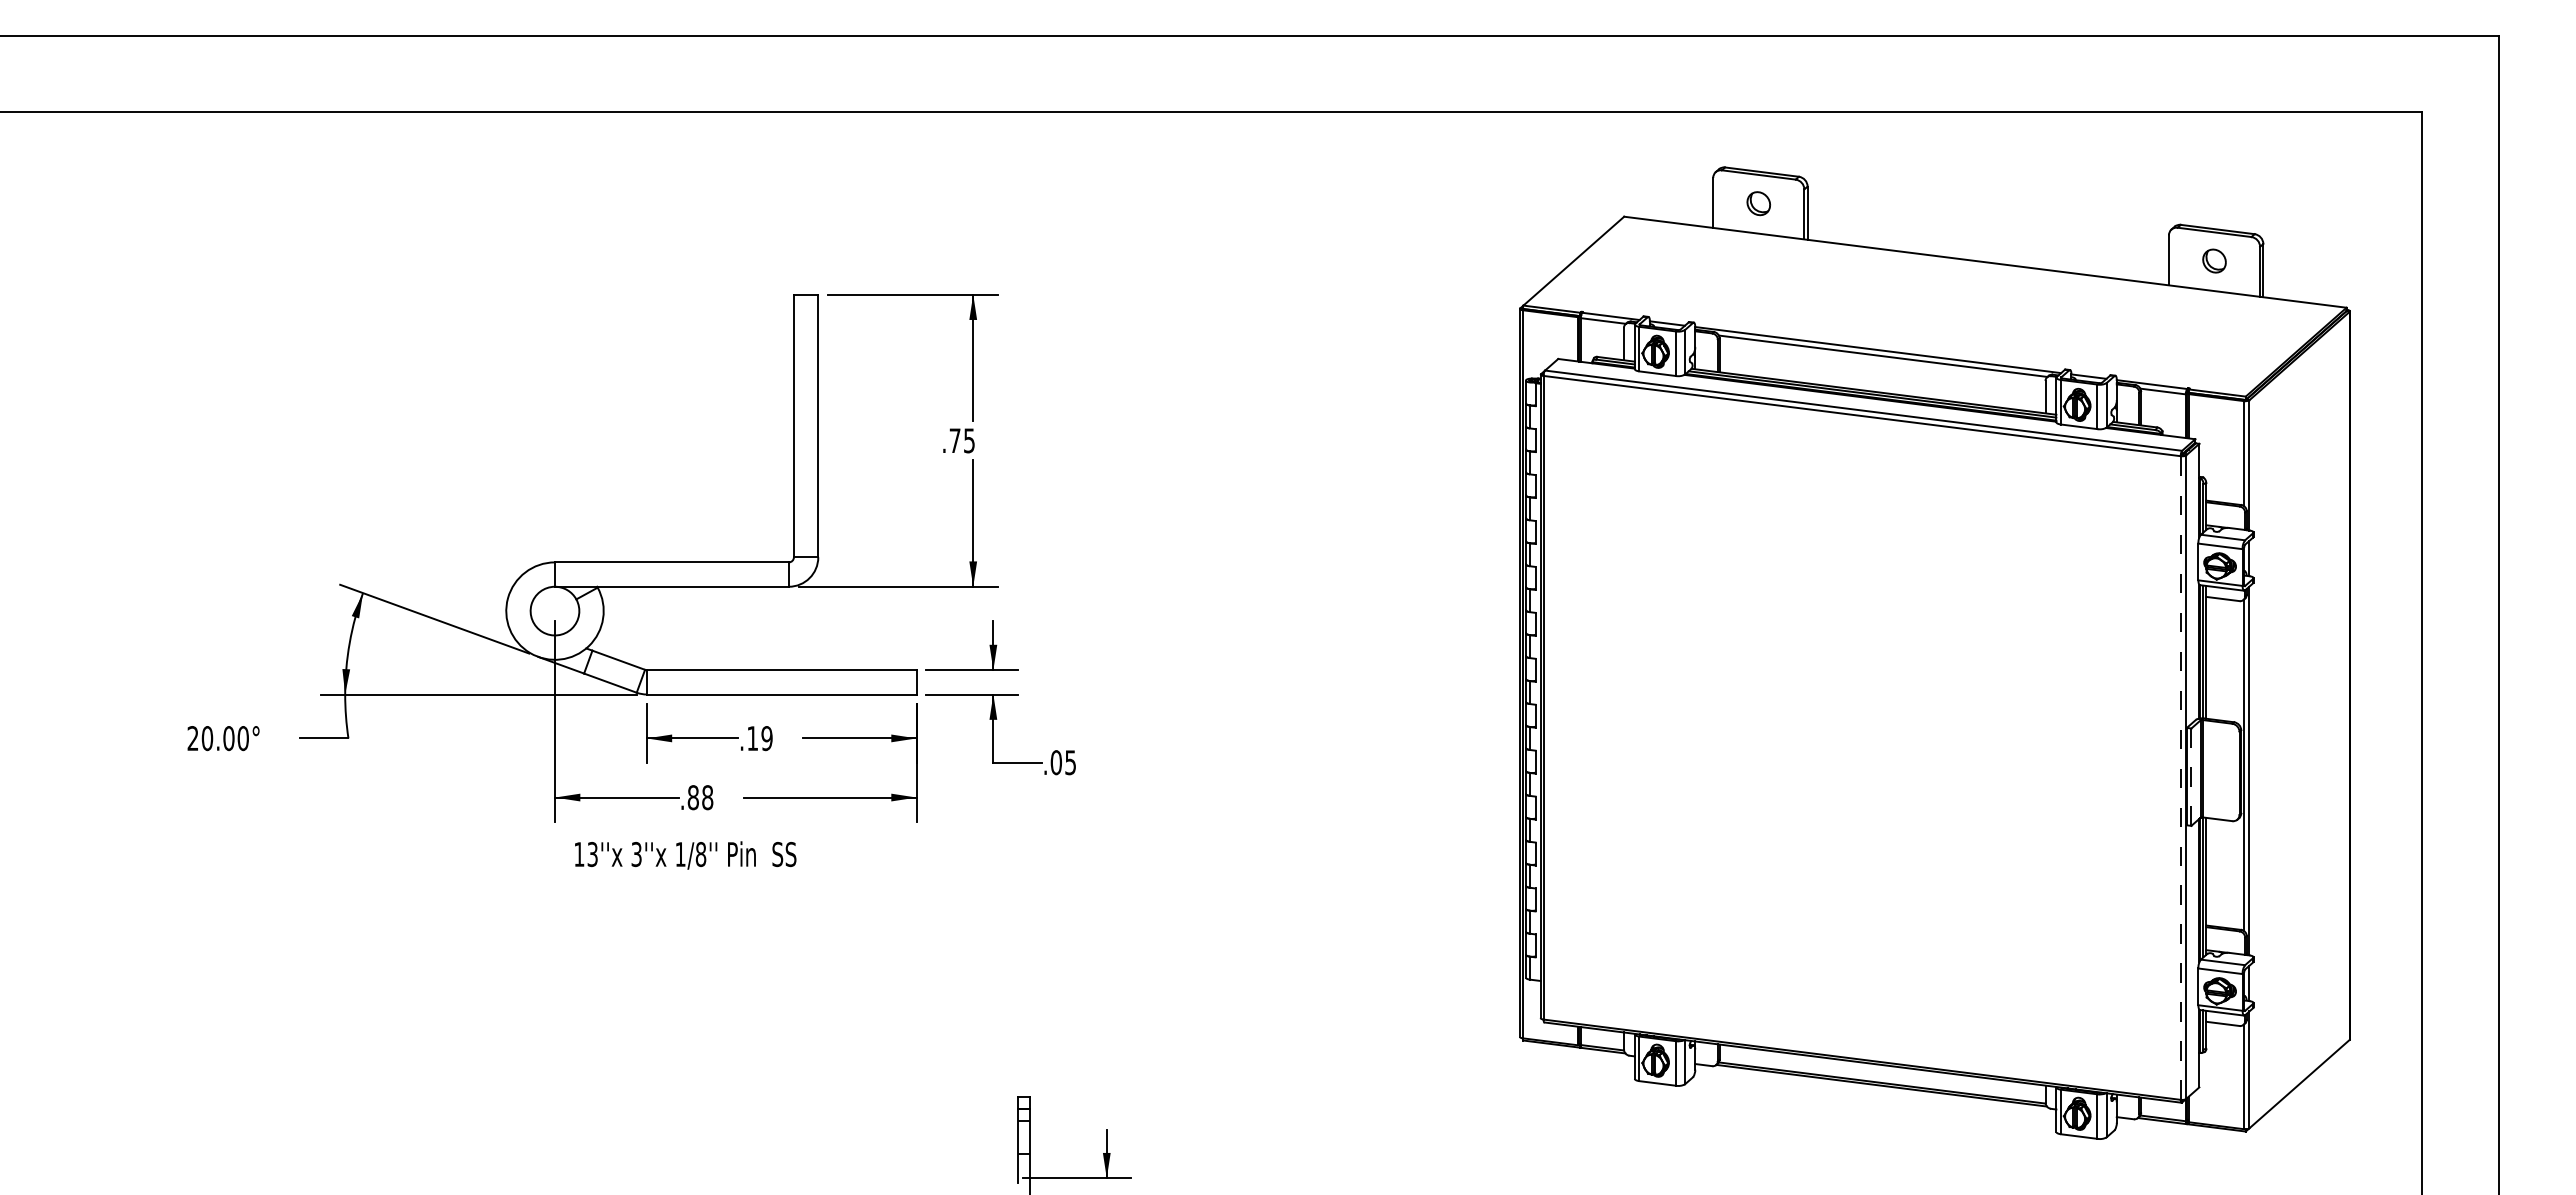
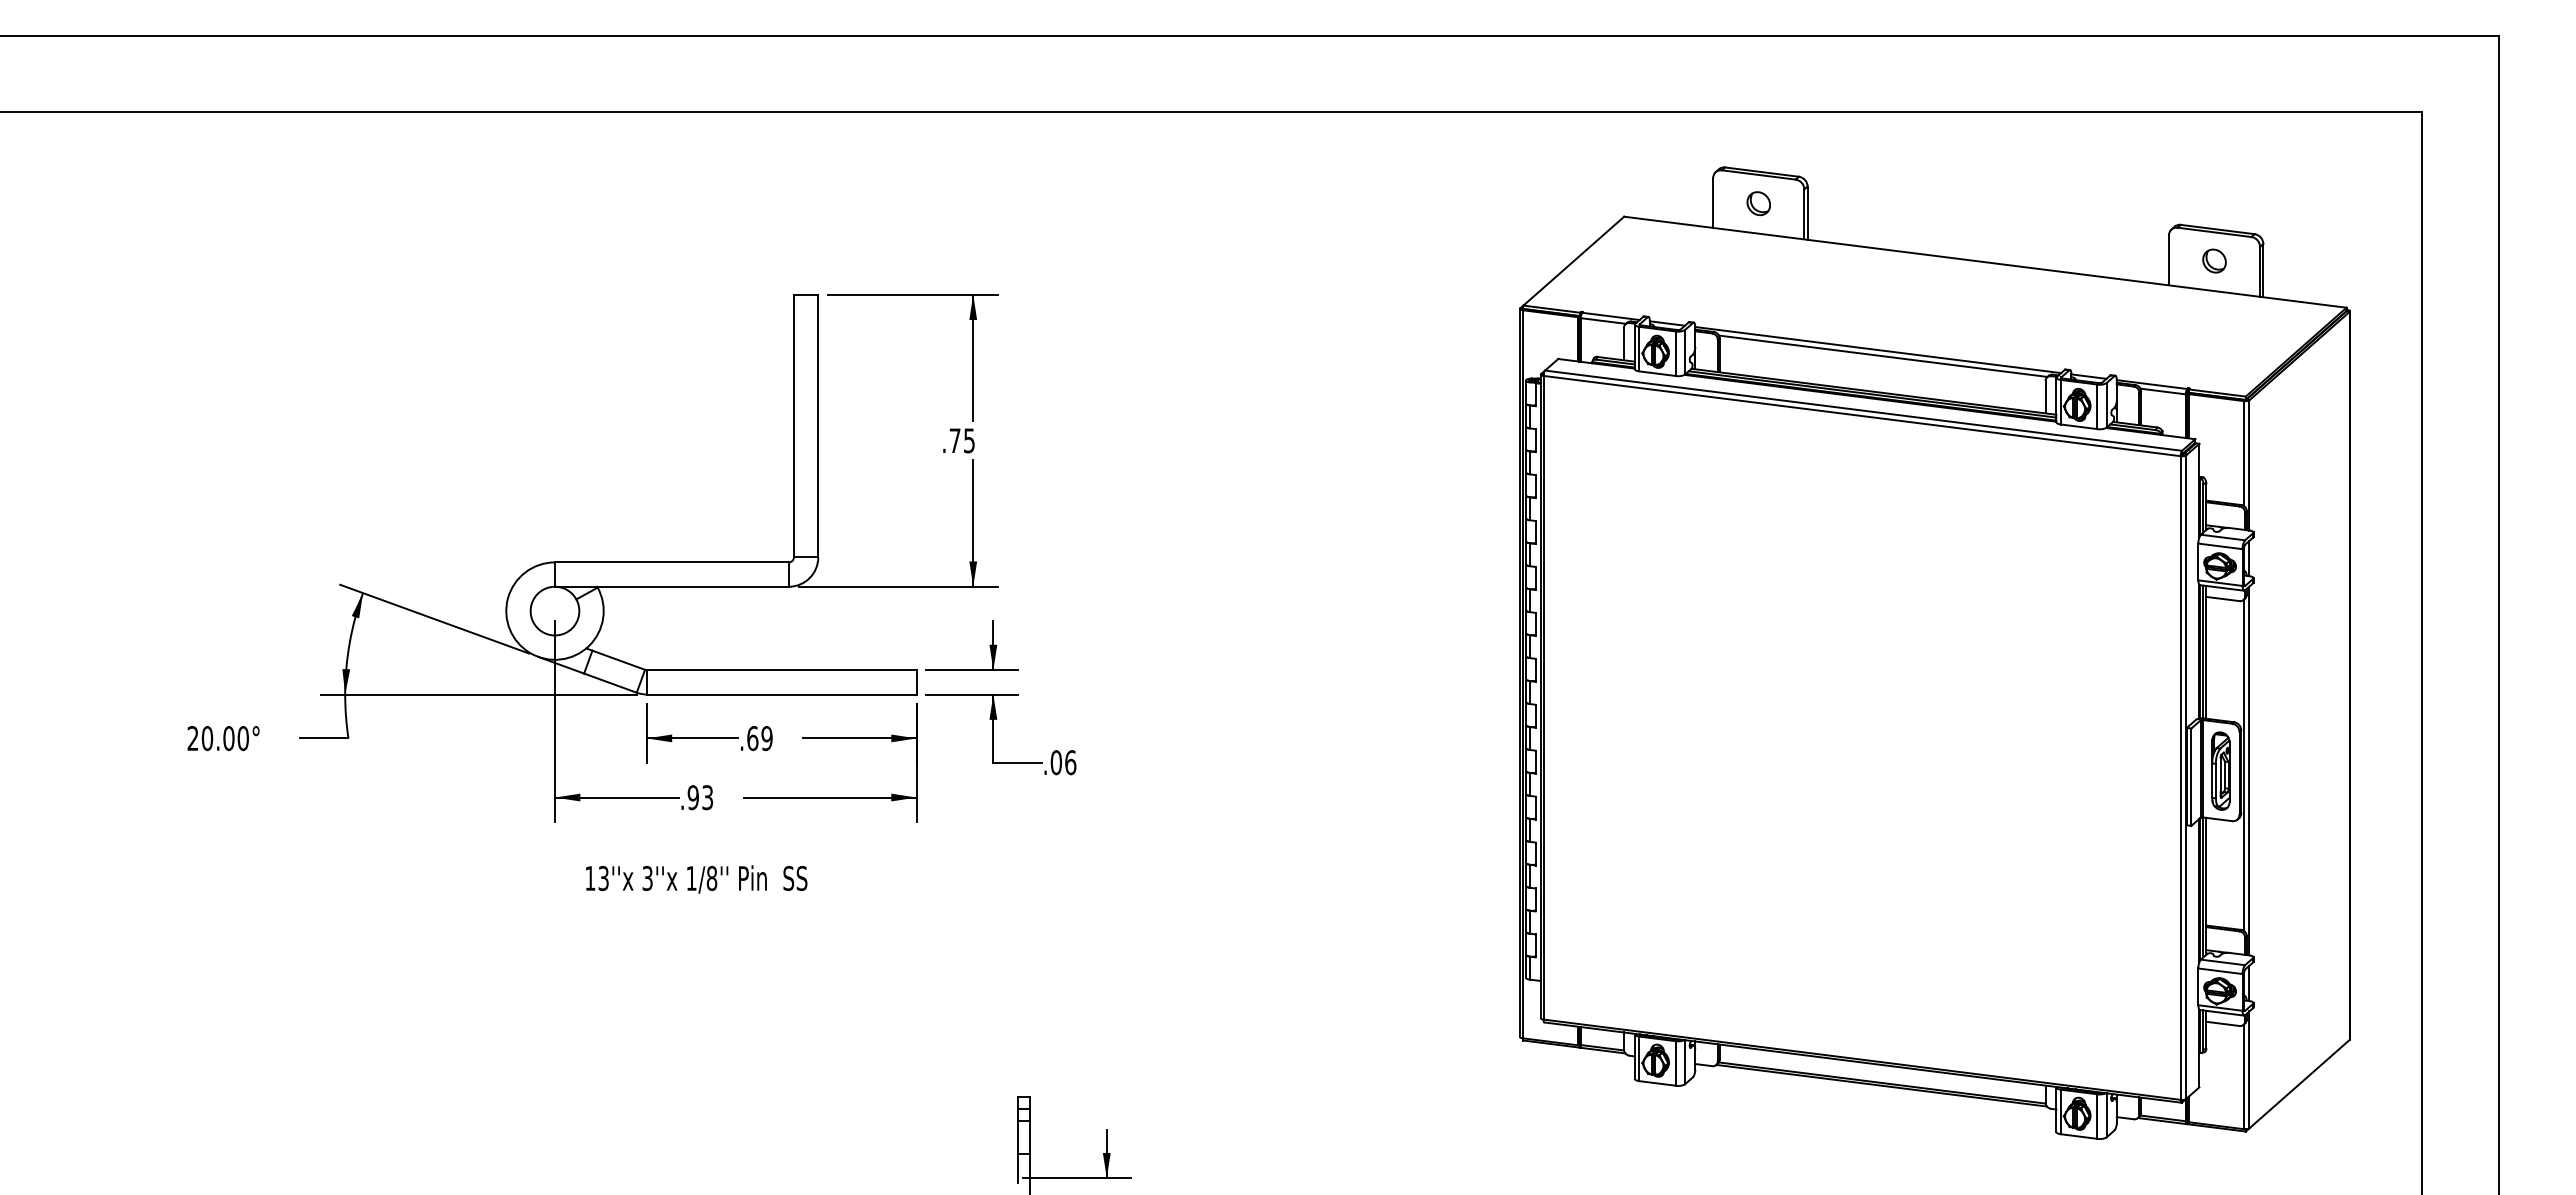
text at (752, 738): .19 -> .69
text at (1070, 762): .05 -> .06
part at (2220, 770): none -> present
line at (2191, 777): dashed -> solid
line at (2180, 778): dashed -> solid
text at (700, 797): .88 -> .93
text at (685, 855) position: (685, 855) -> (696, 879)
